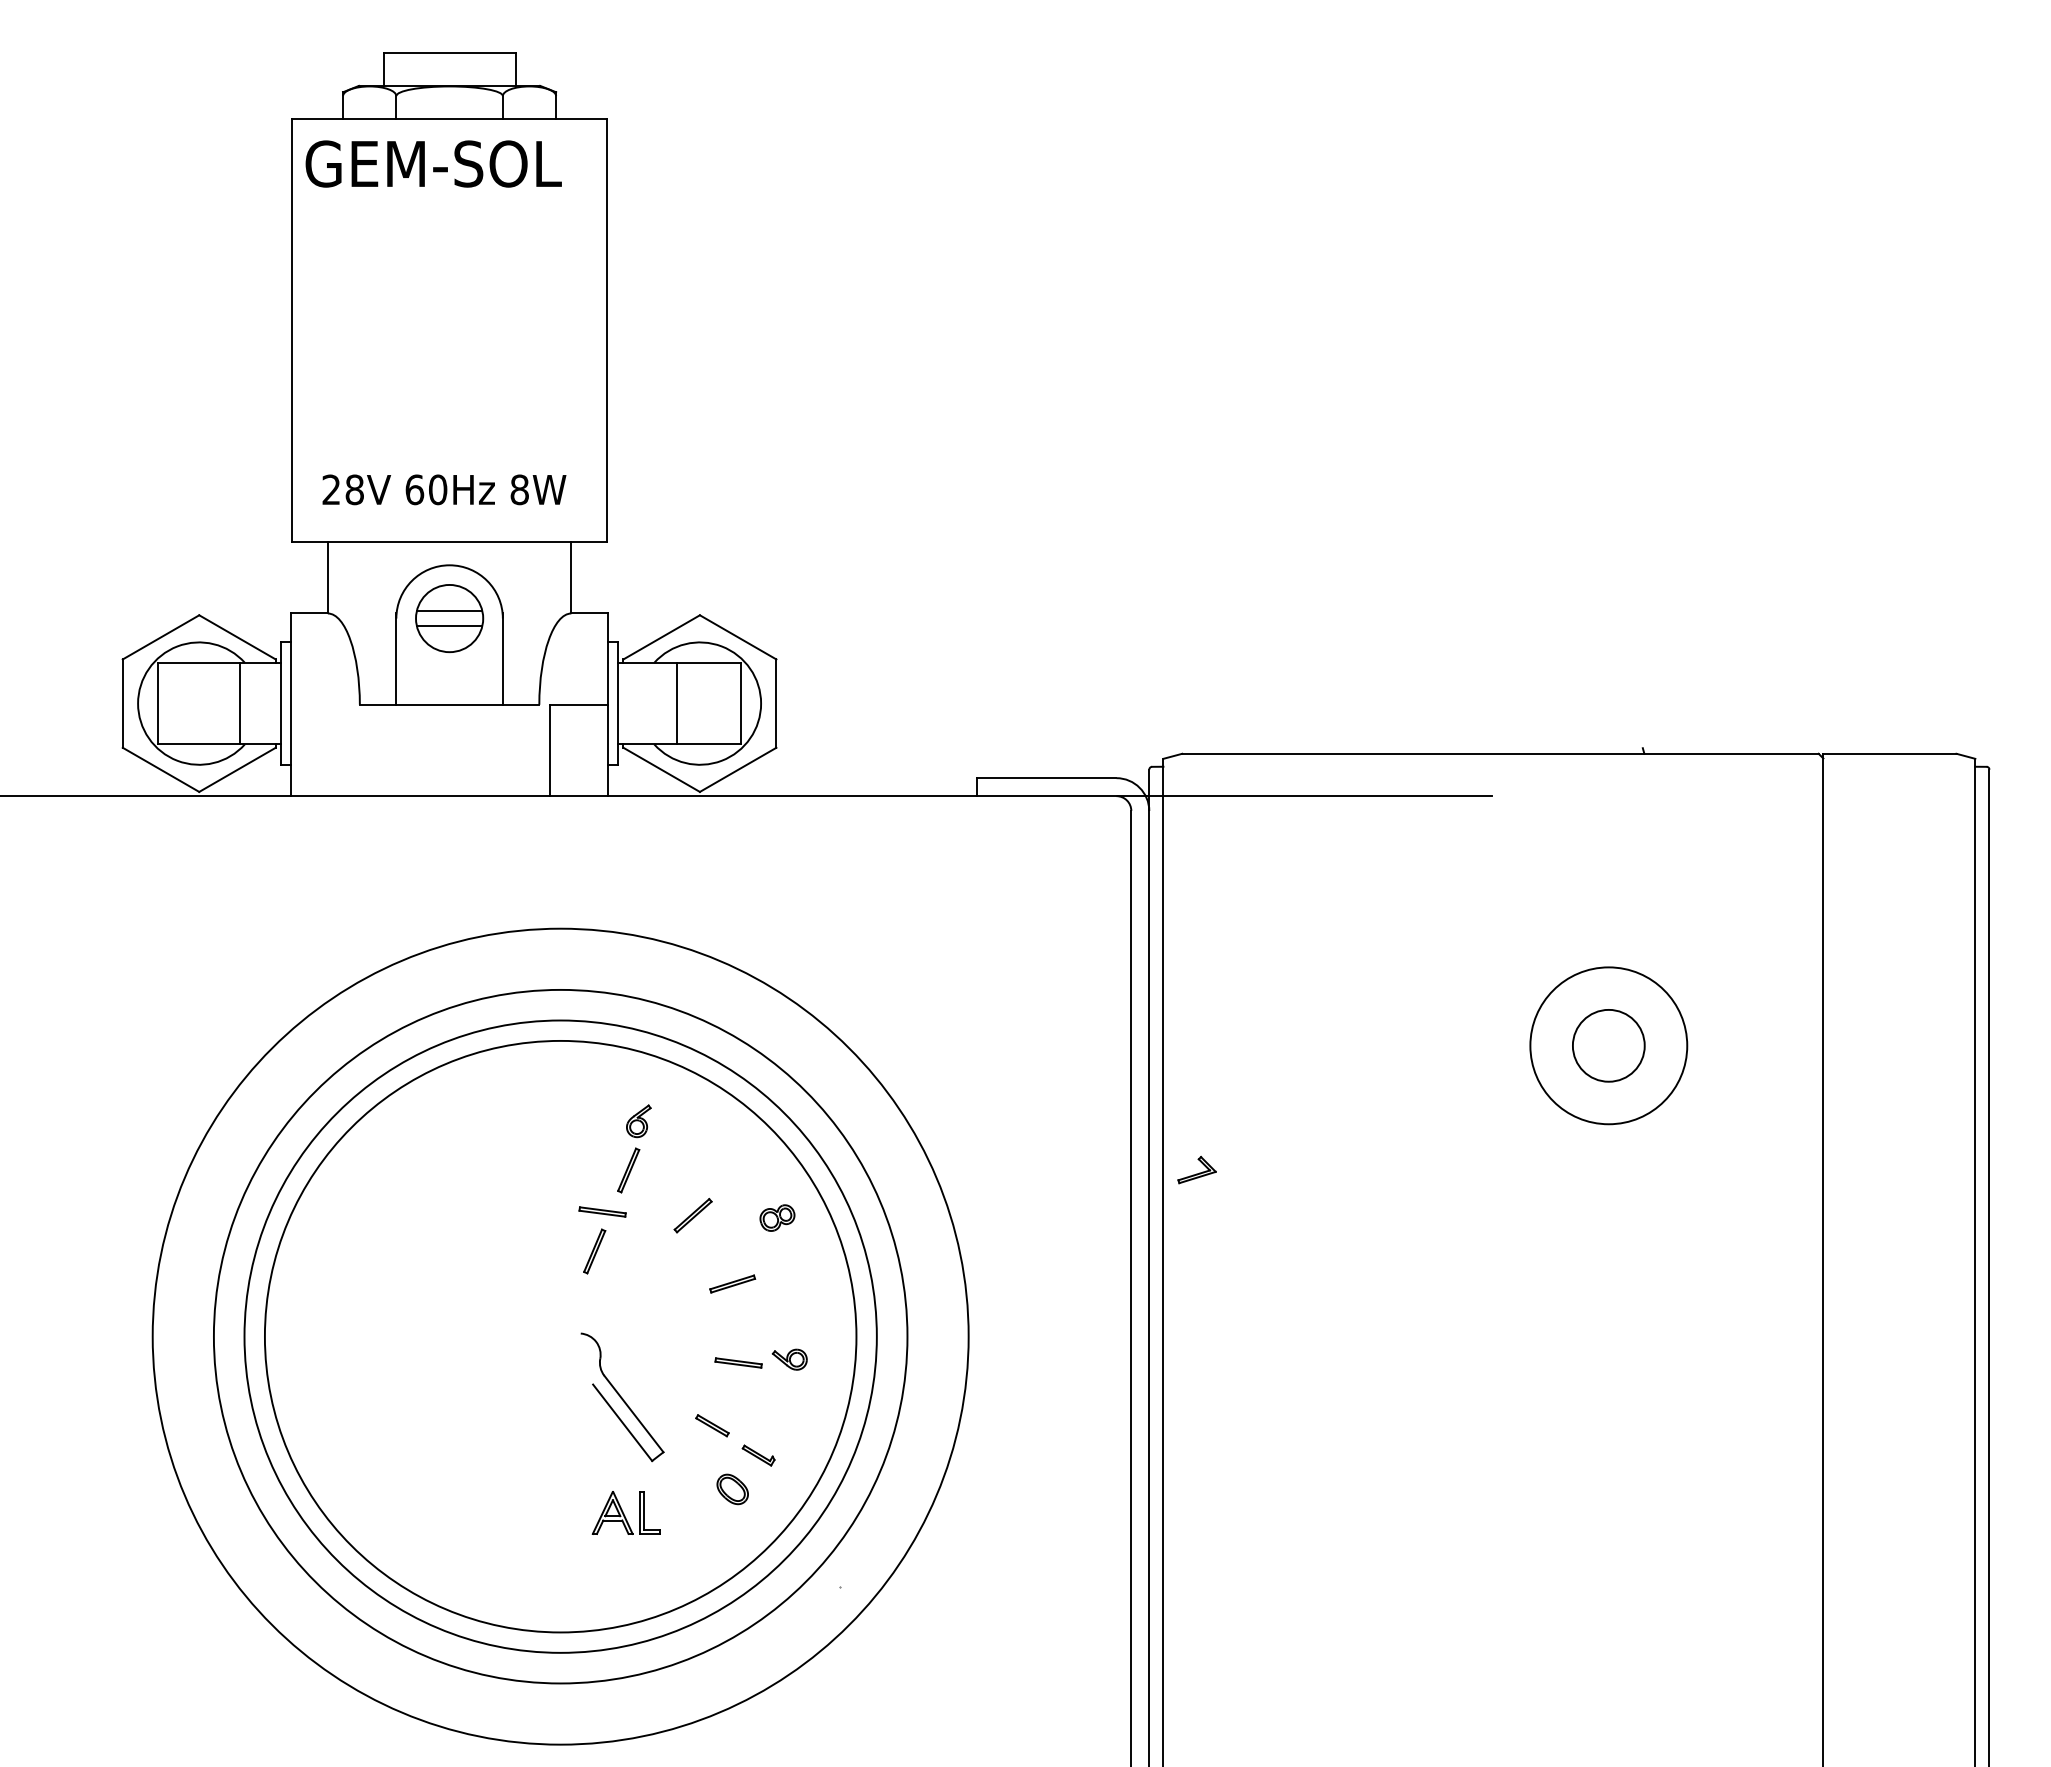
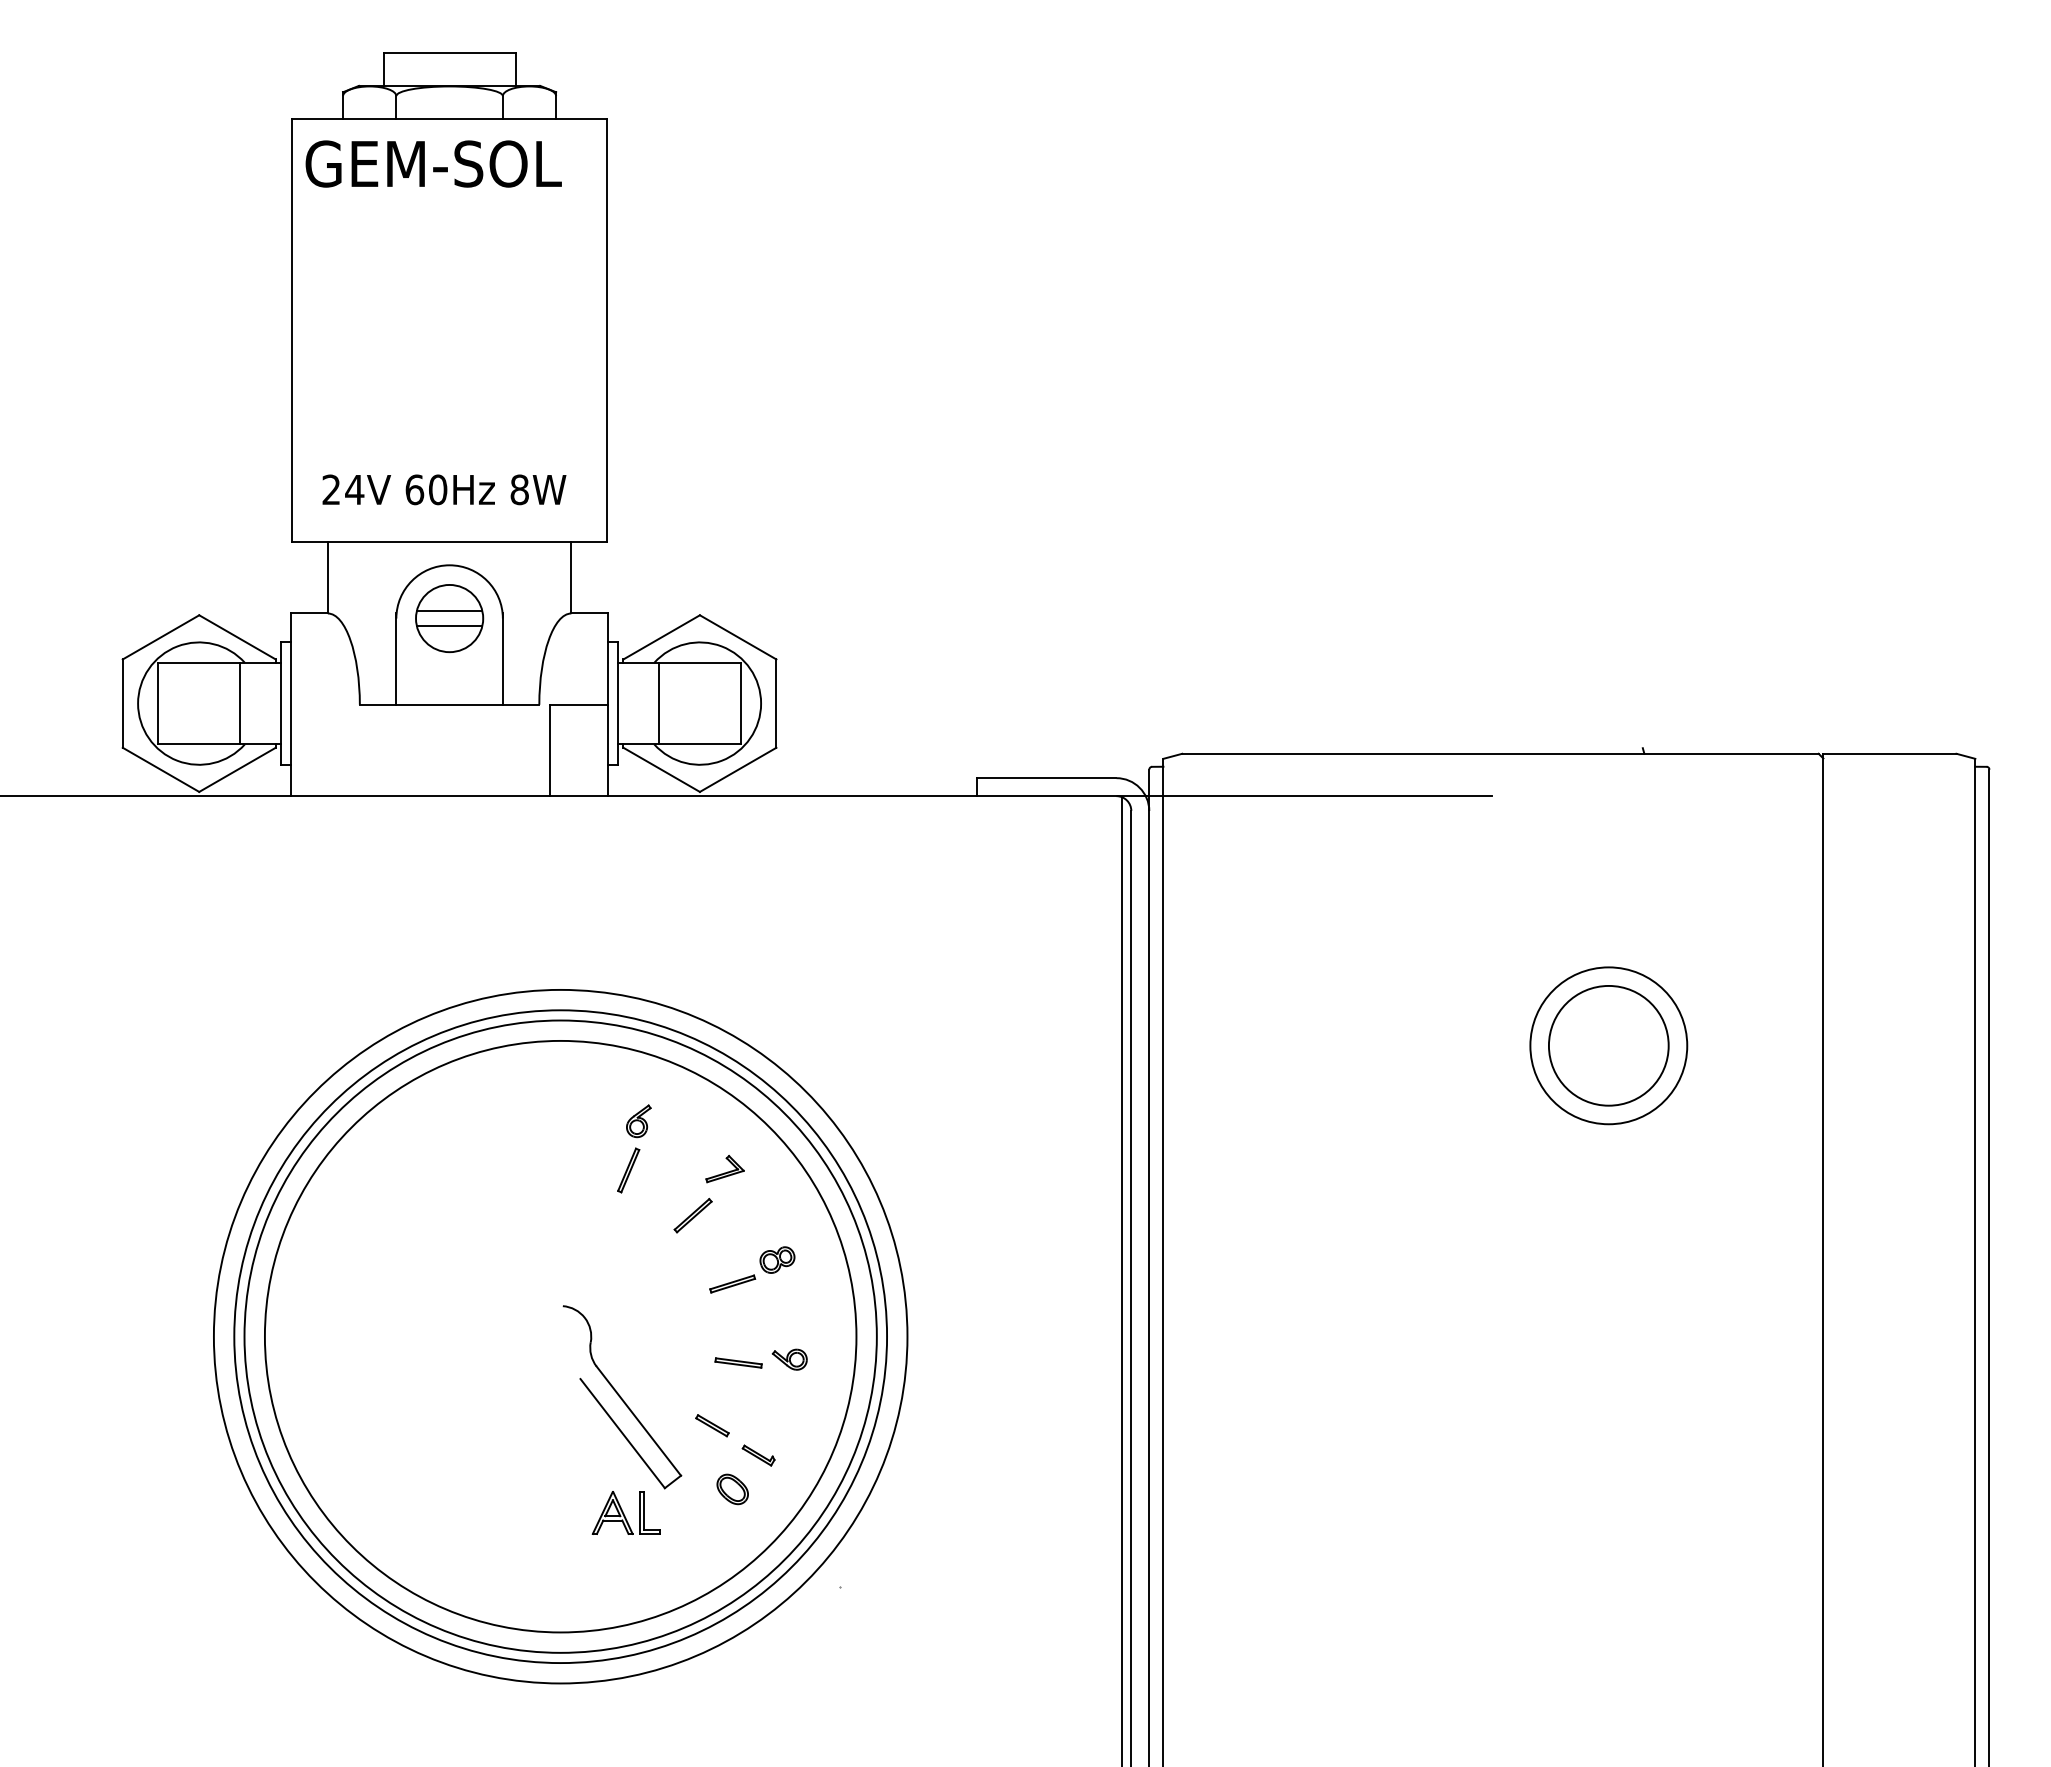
text at (354, 489): 28V -> 24V
line at (677, 703) position: (677, 703) -> (659, 703)
circle at (1608, 1045) diameter: 72 px -> 120 px
part at (1196, 1169) position: (1196, 1169) -> (724, 1168)
part at (602, 1211): present -> none
part at (777, 1217) position: (777, 1217) -> (777, 1259)
part at (594, 1251): present -> none
line at (1121, 1280): none -> present
circle at (560, 1336) diameter: 816 px -> 653 px
part at (622, 1397) size: 85x131 px -> 121x185 px
